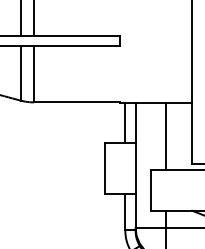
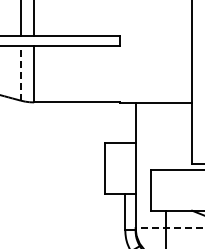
line at (20, 72): solid -> dashed
line at (125, 122): present -> none
line at (166, 135): present -> none
line at (169, 228): solid -> dashed
